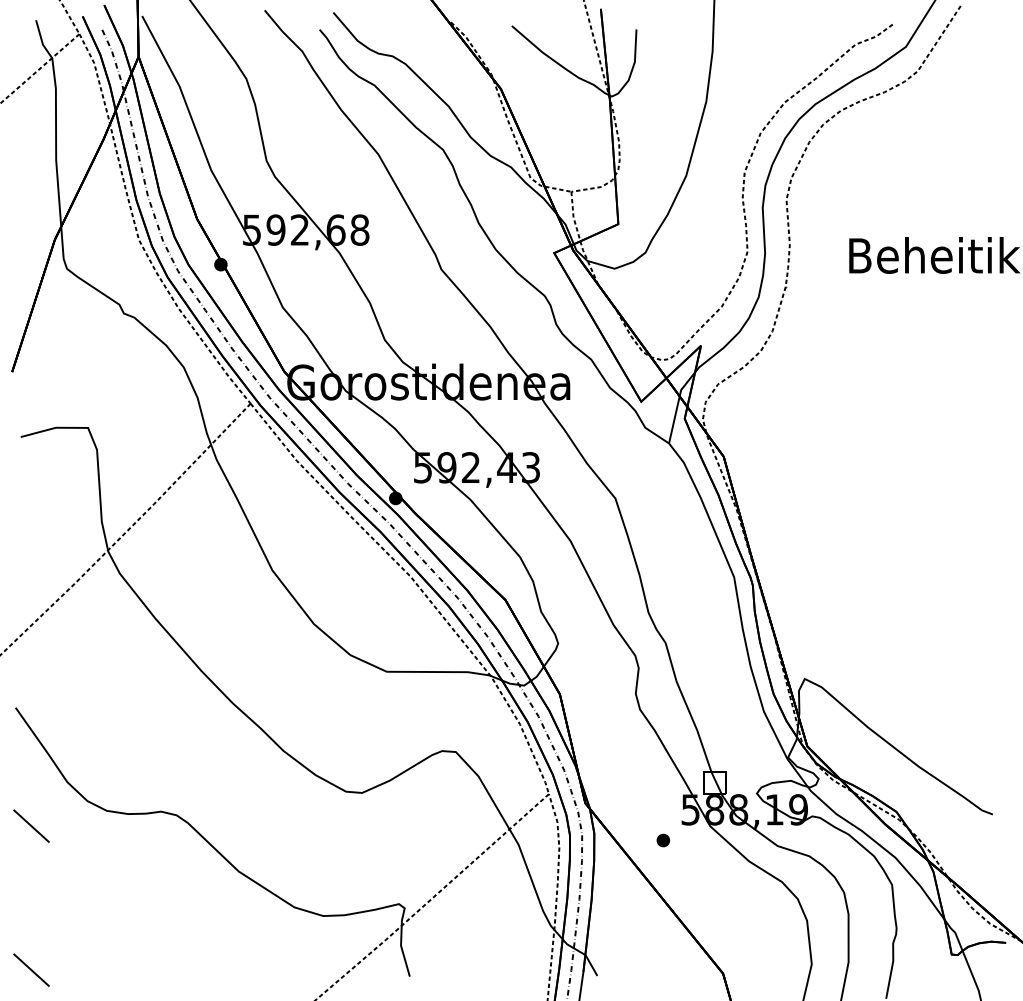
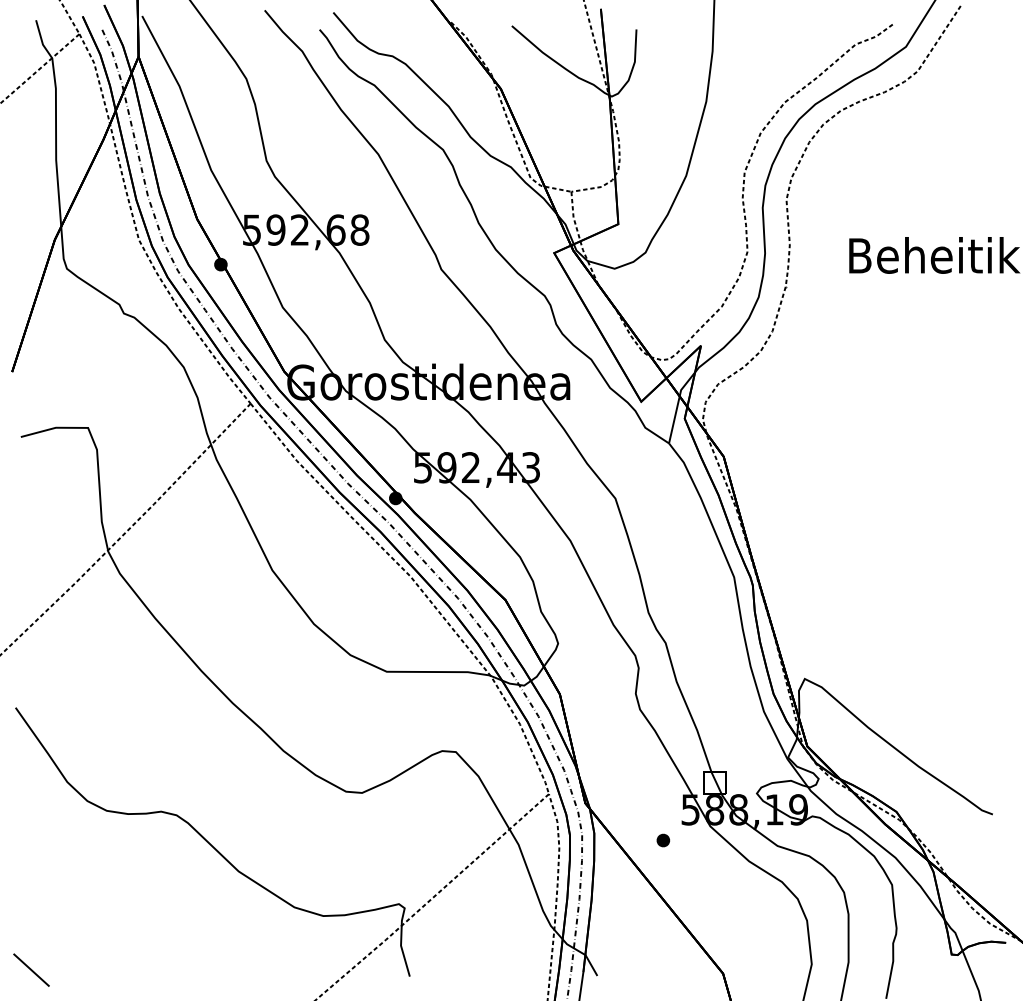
line at (31, 825): present -> none
